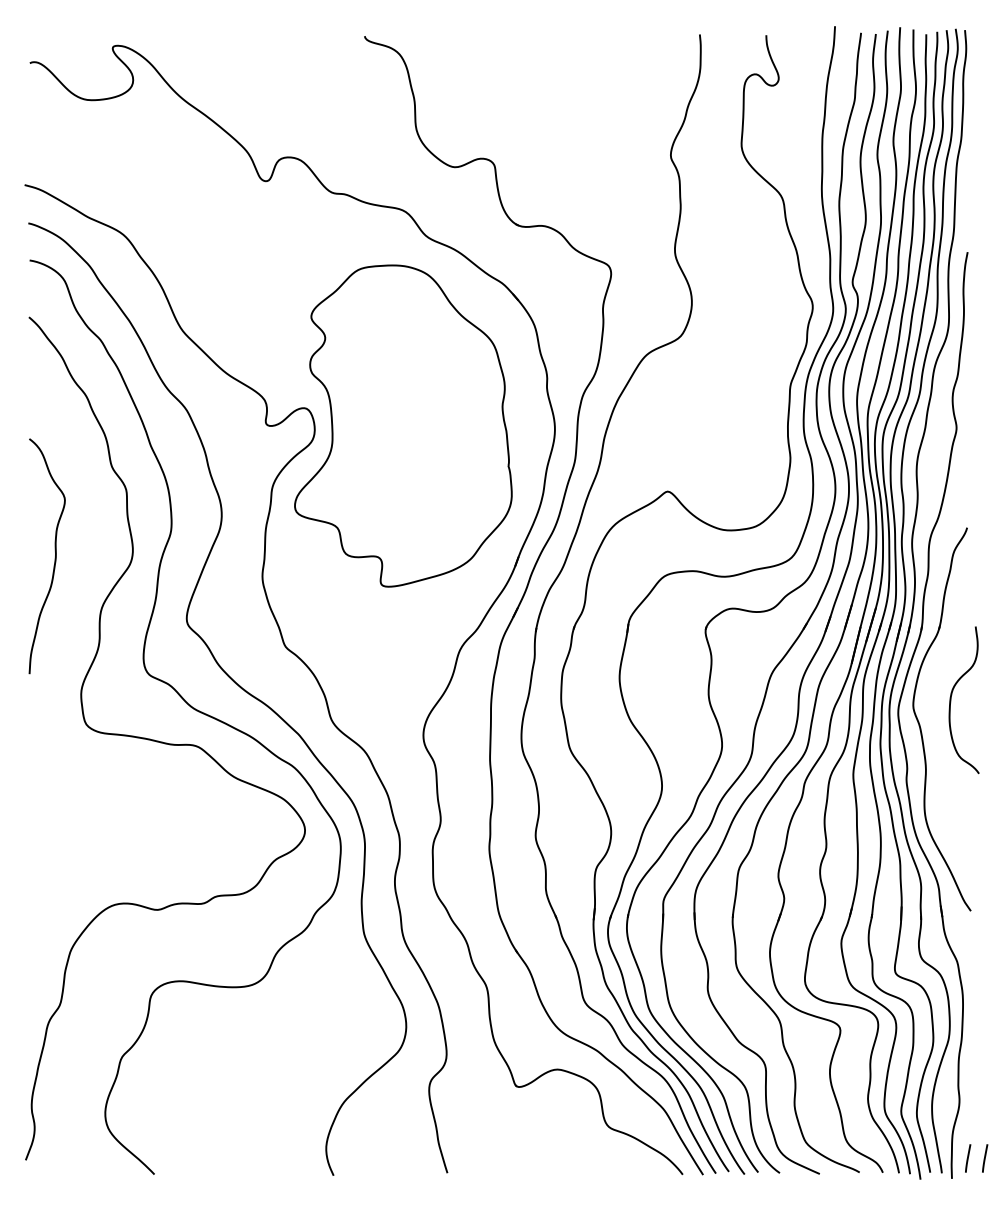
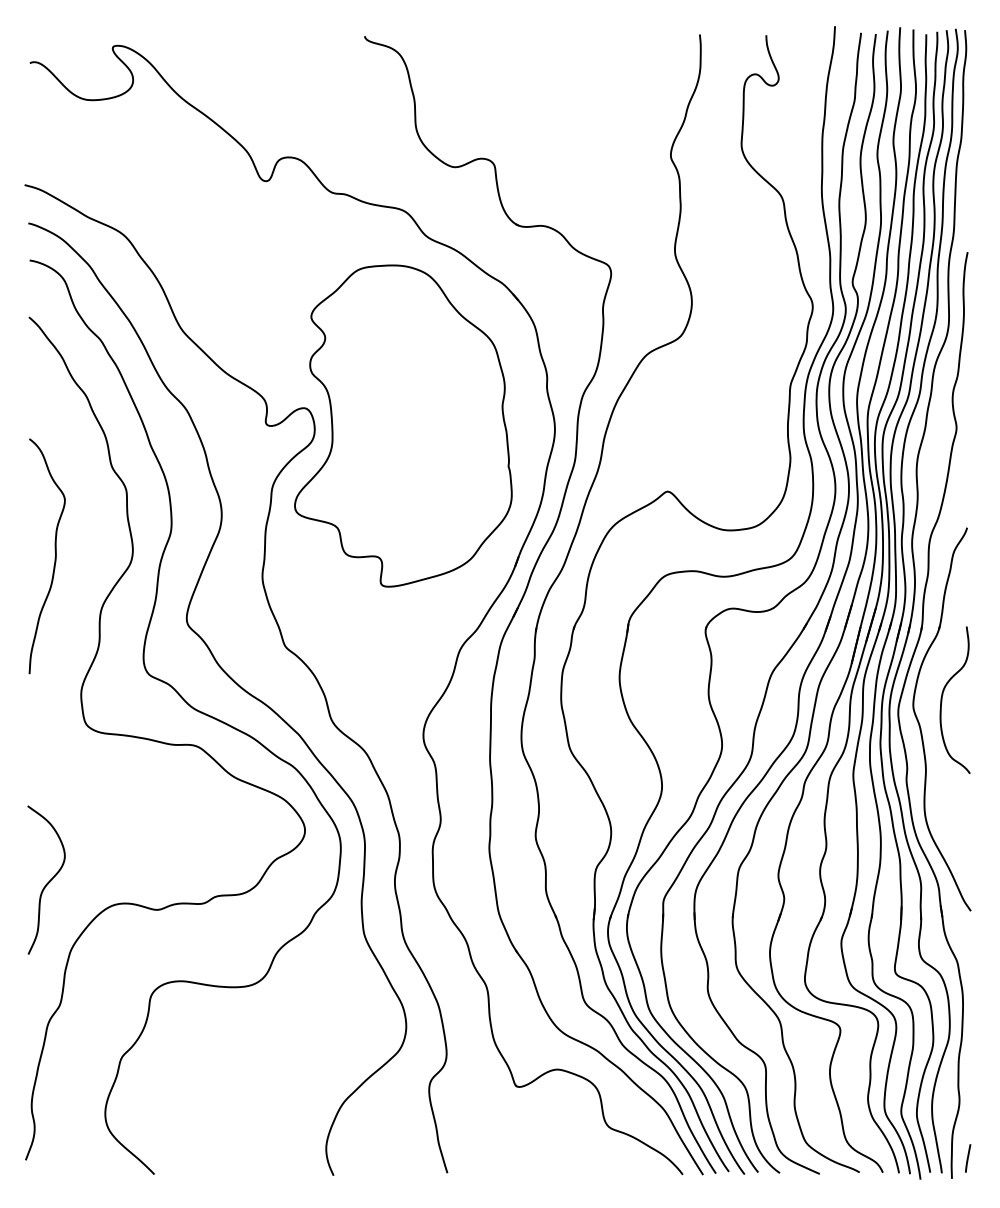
curve at (951, 700) position: (951, 700) -> (942, 700)
curve at (48, 881): none -> present
line at (985, 1158): present -> none
